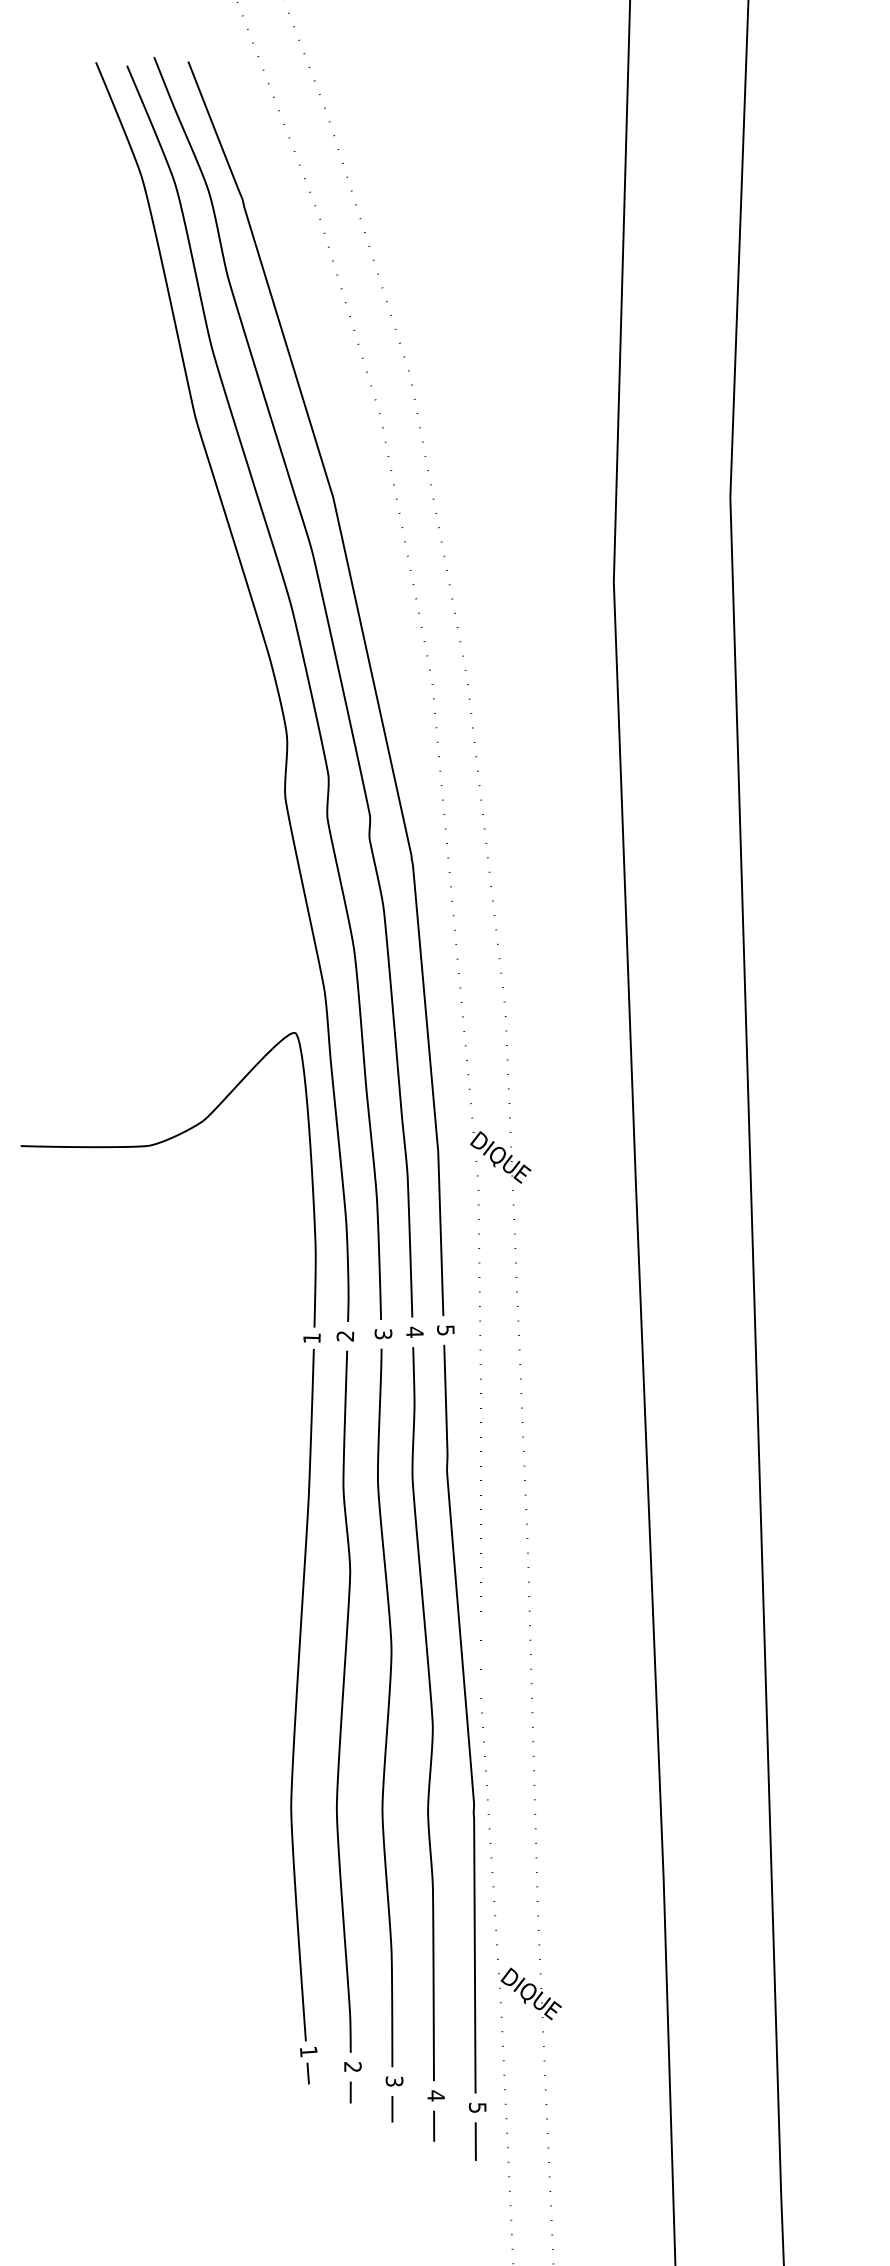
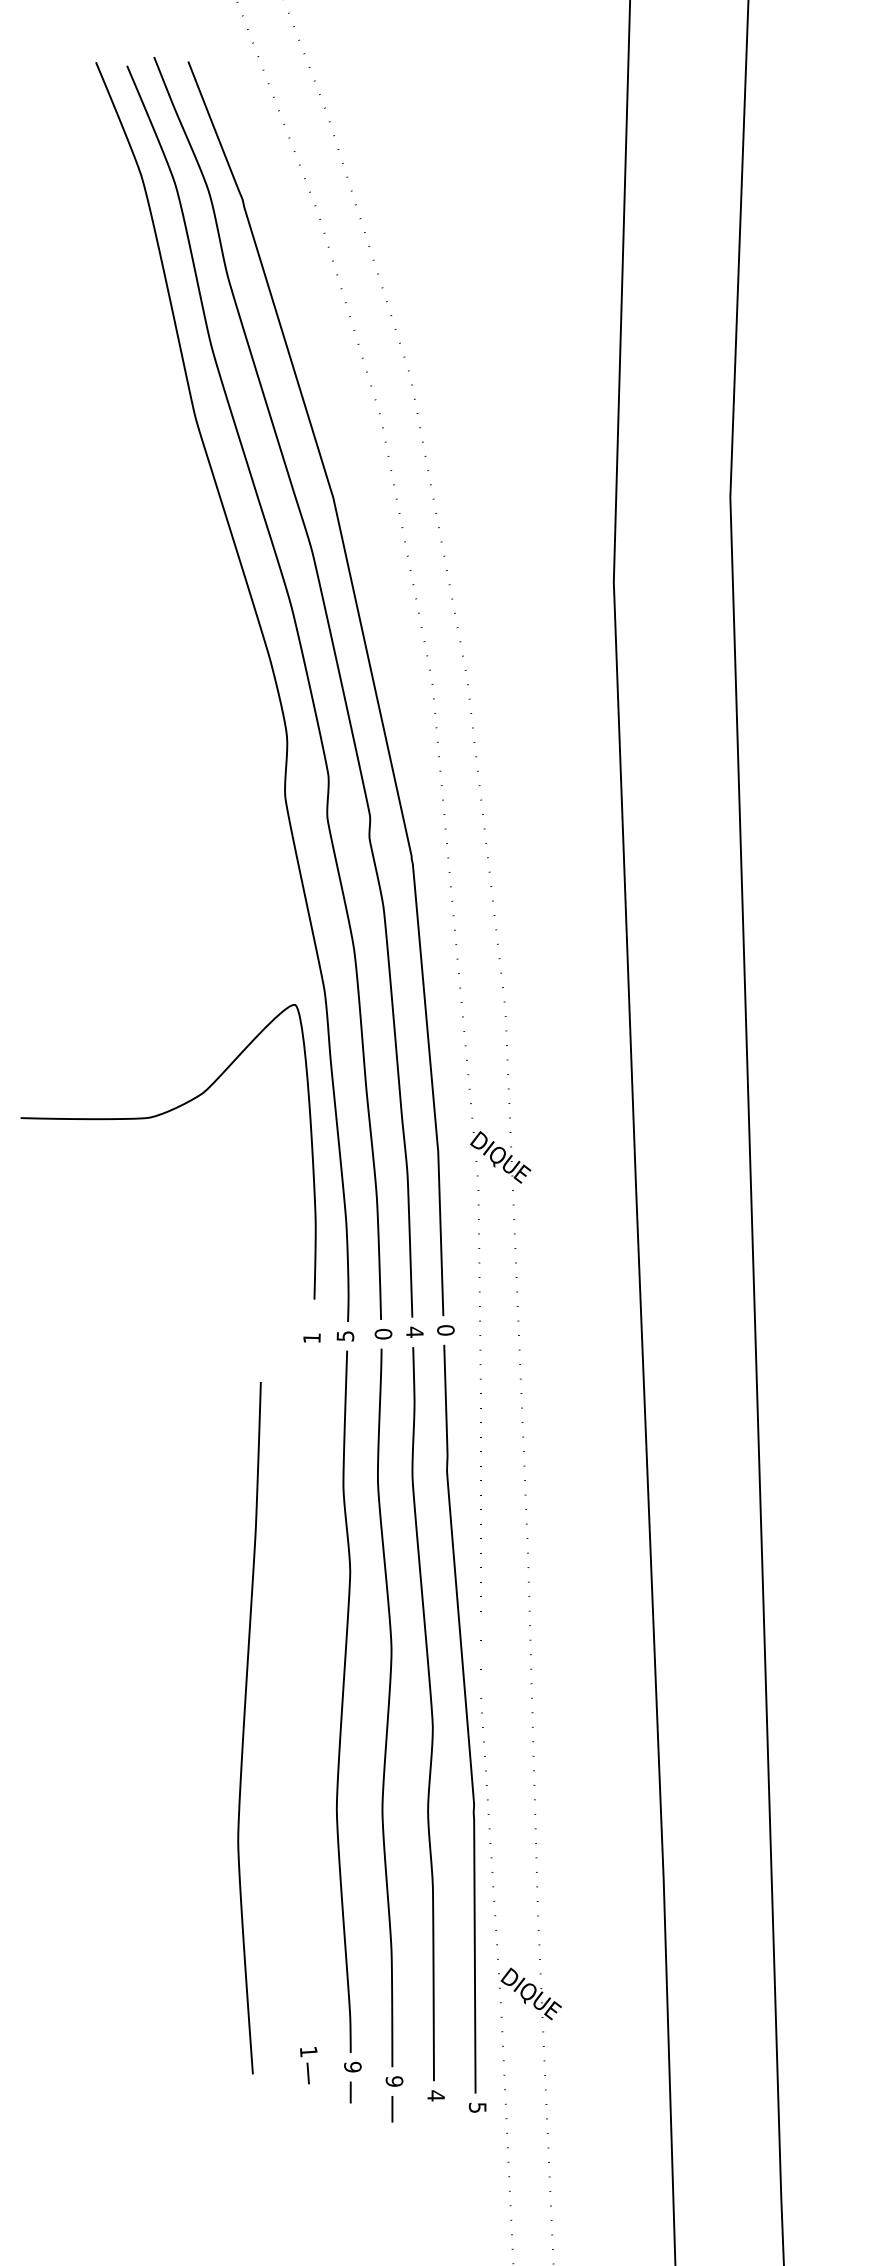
curve at (158, 1144) position: (158, 1144) -> (158, 1116)
text at (445, 1330): 5 -> 0
text at (383, 1333): 3 -> 0
text at (345, 1336): 2 -> 5
curve at (297, 1695) position: (297, 1695) -> (244, 1728)
text at (352, 2066): 2 -> 9
text at (394, 2081): 3 -> 9
line at (434, 2125): present -> none
line at (475, 2141): present -> none
